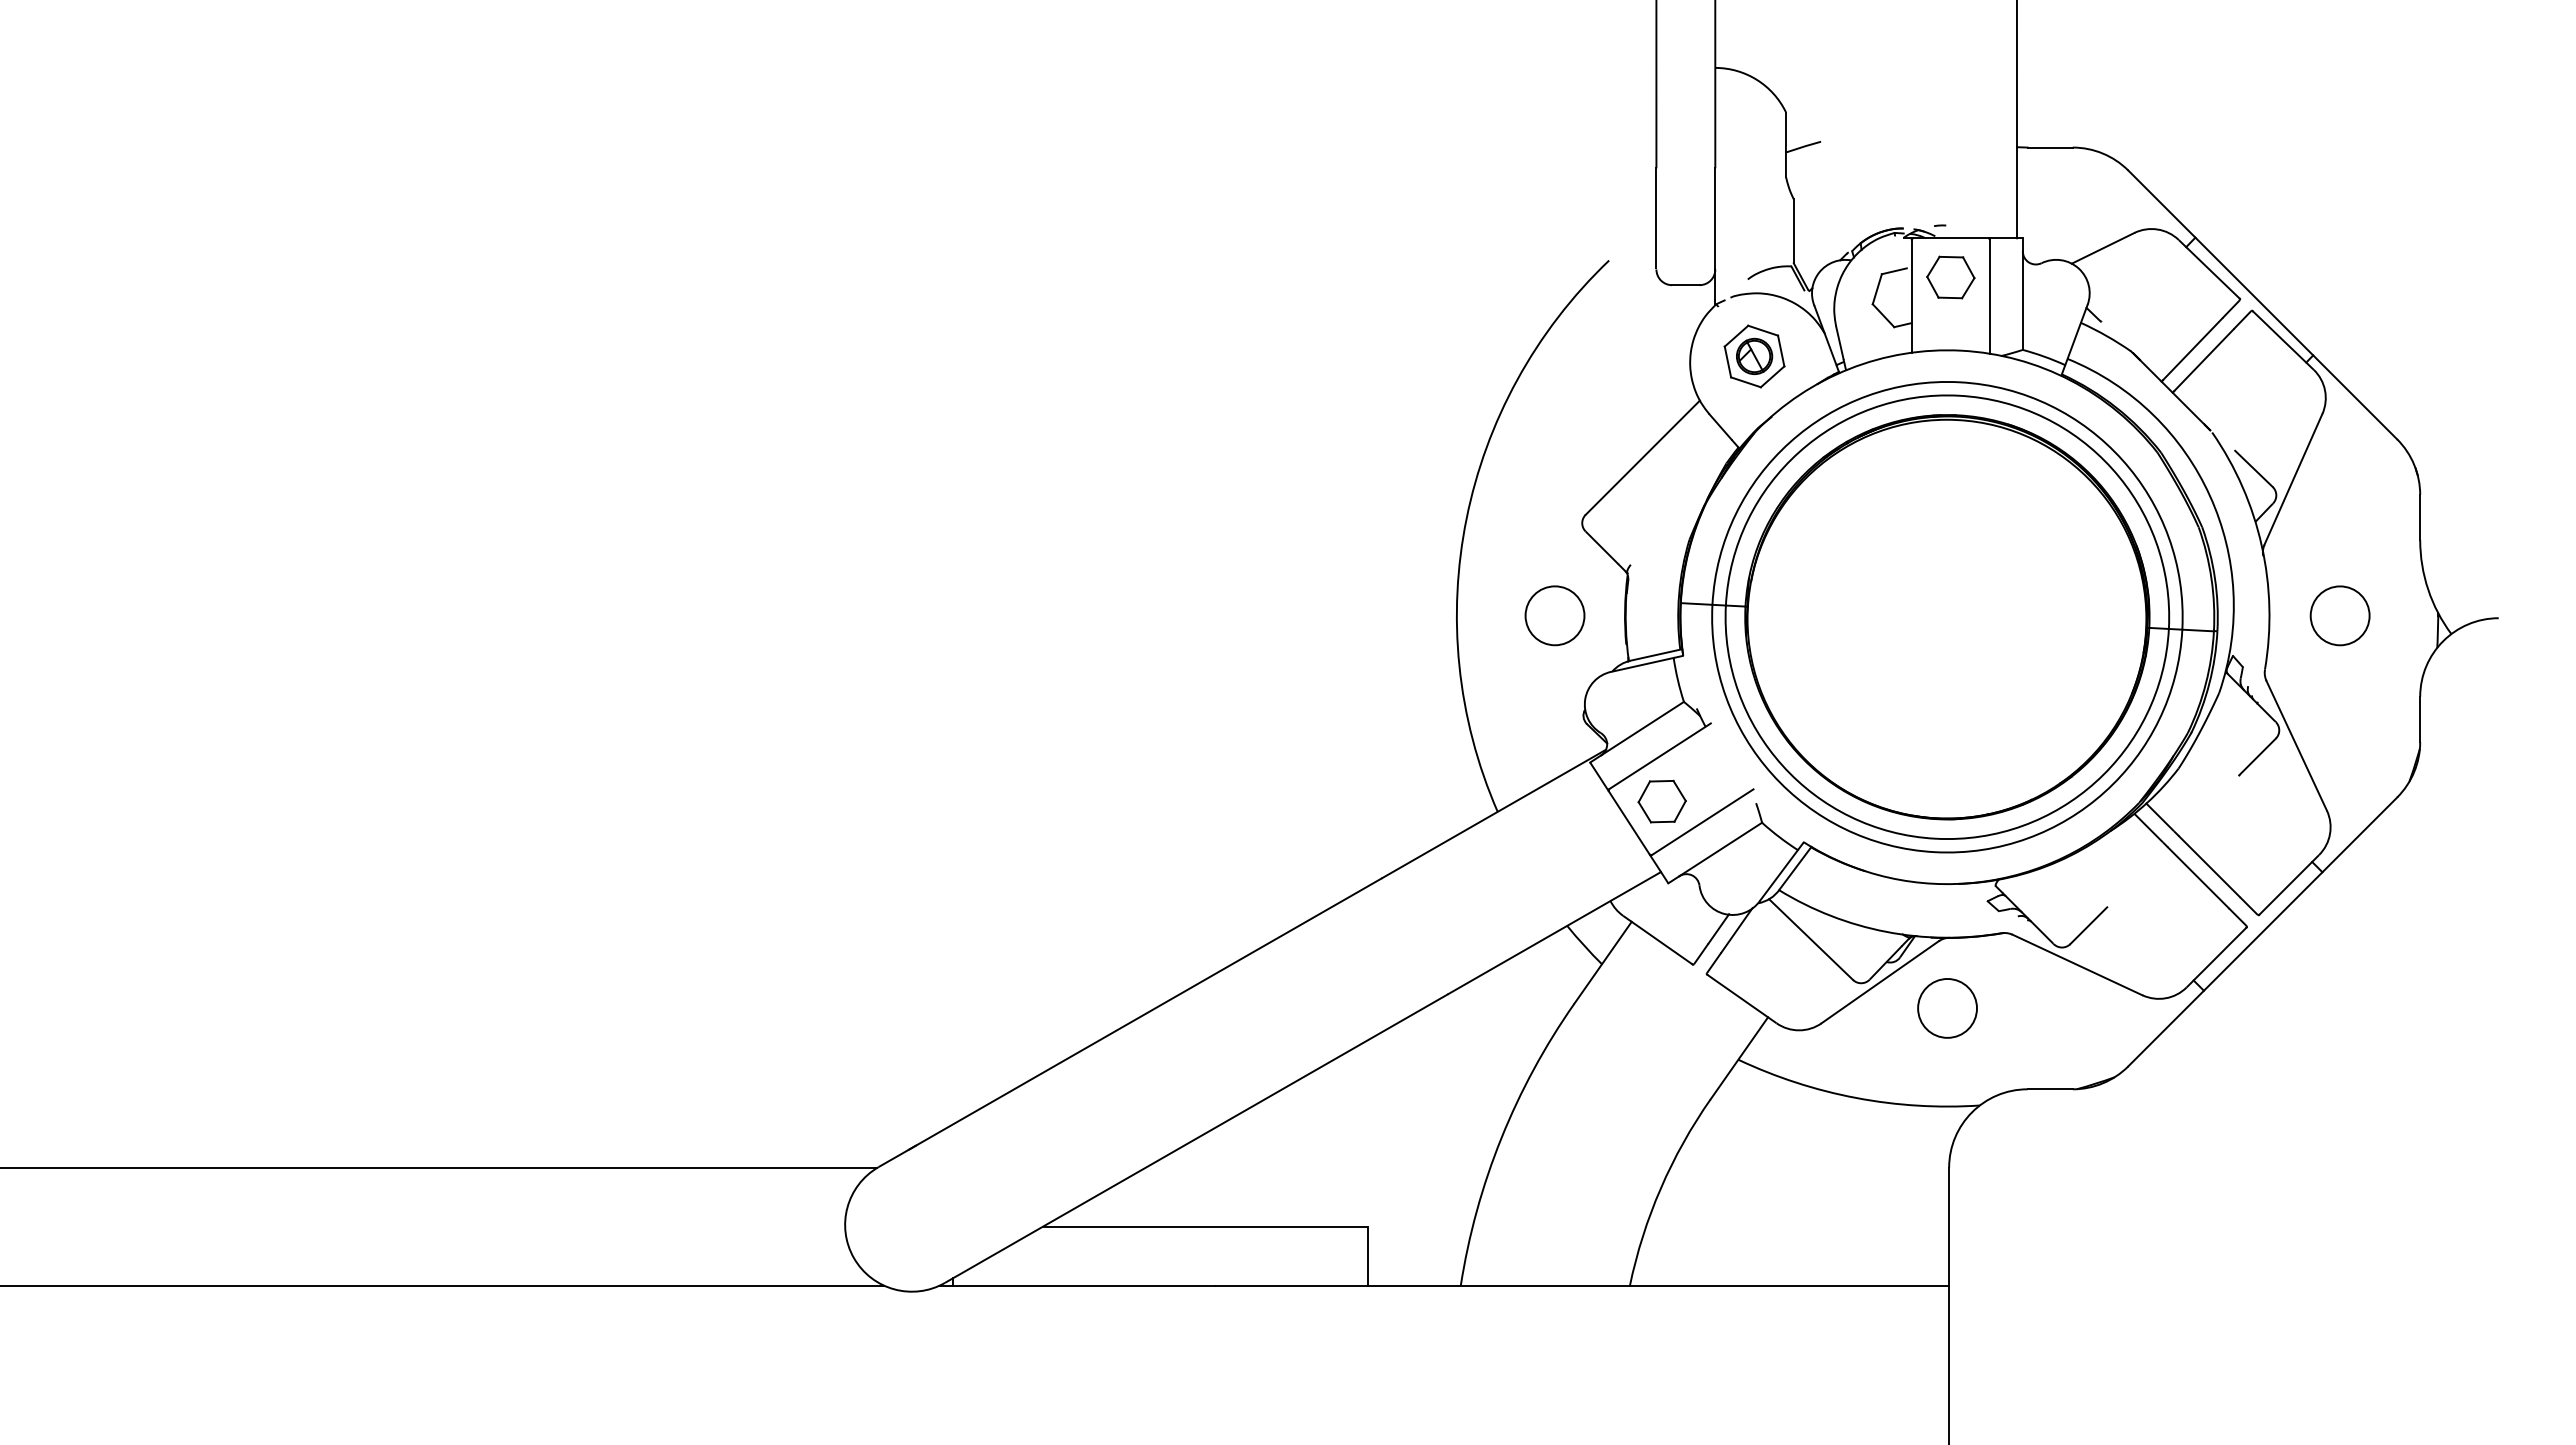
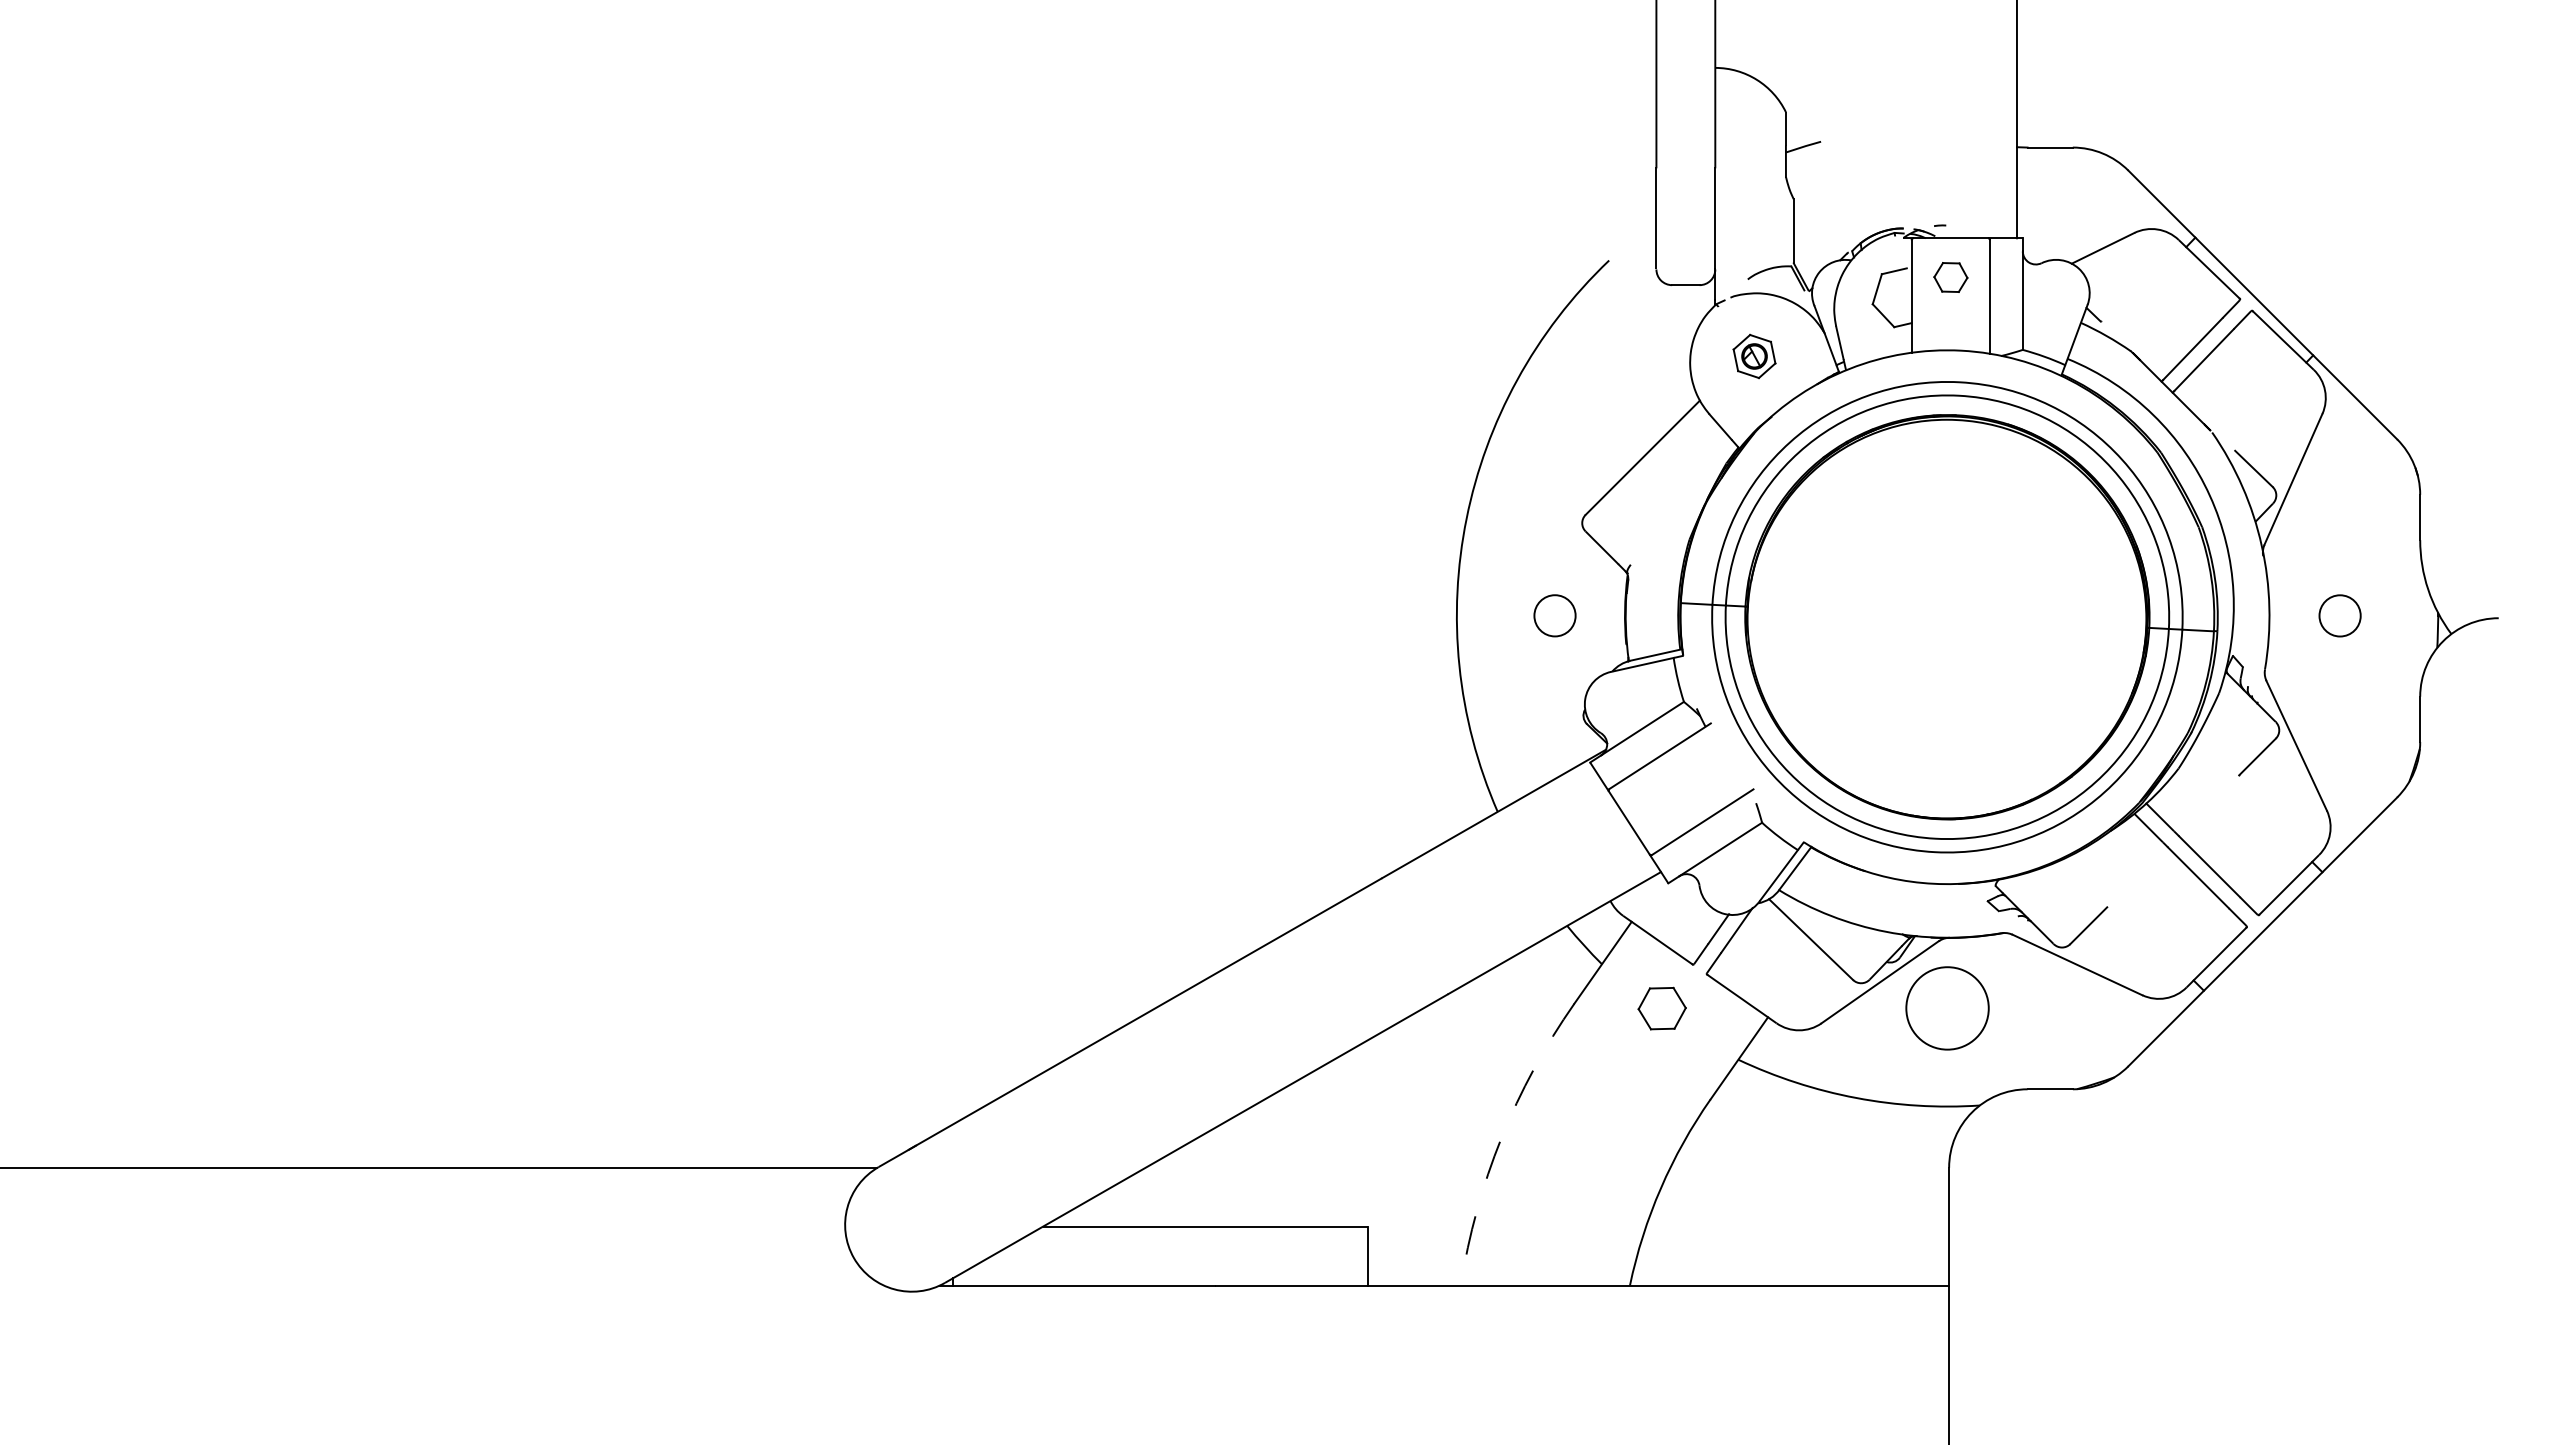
part at (1950, 277) size: 50x45 px -> 36x31 px
part at (1754, 356) size: 63x65 px -> 45x47 px
circle at (1554, 615) diameter: 59 px -> 41 px
circle at (2339, 615) size: 62x62 px -> 44x44 px
part at (1661, 801) position: (1661, 801) -> (1661, 1008)
circle at (1947, 1007) diameter: 59 px -> 82 px
arc at (1501, 1138): solid -> dashed
line at (442, 1285): present -> none
